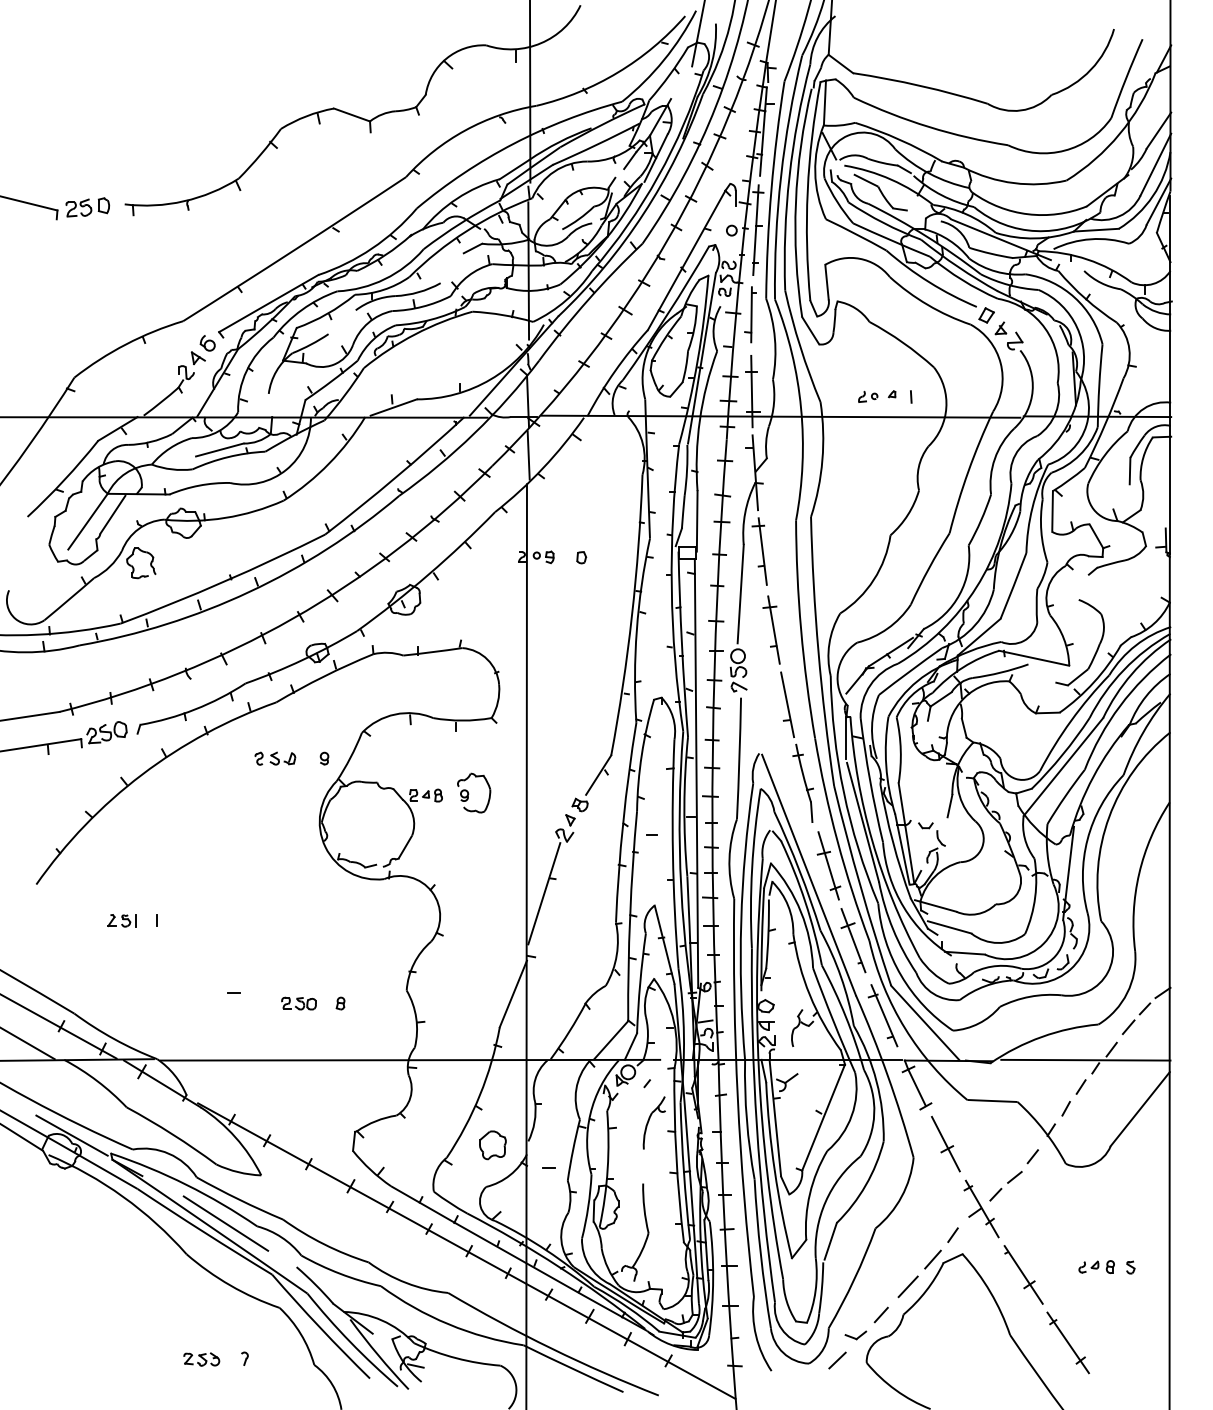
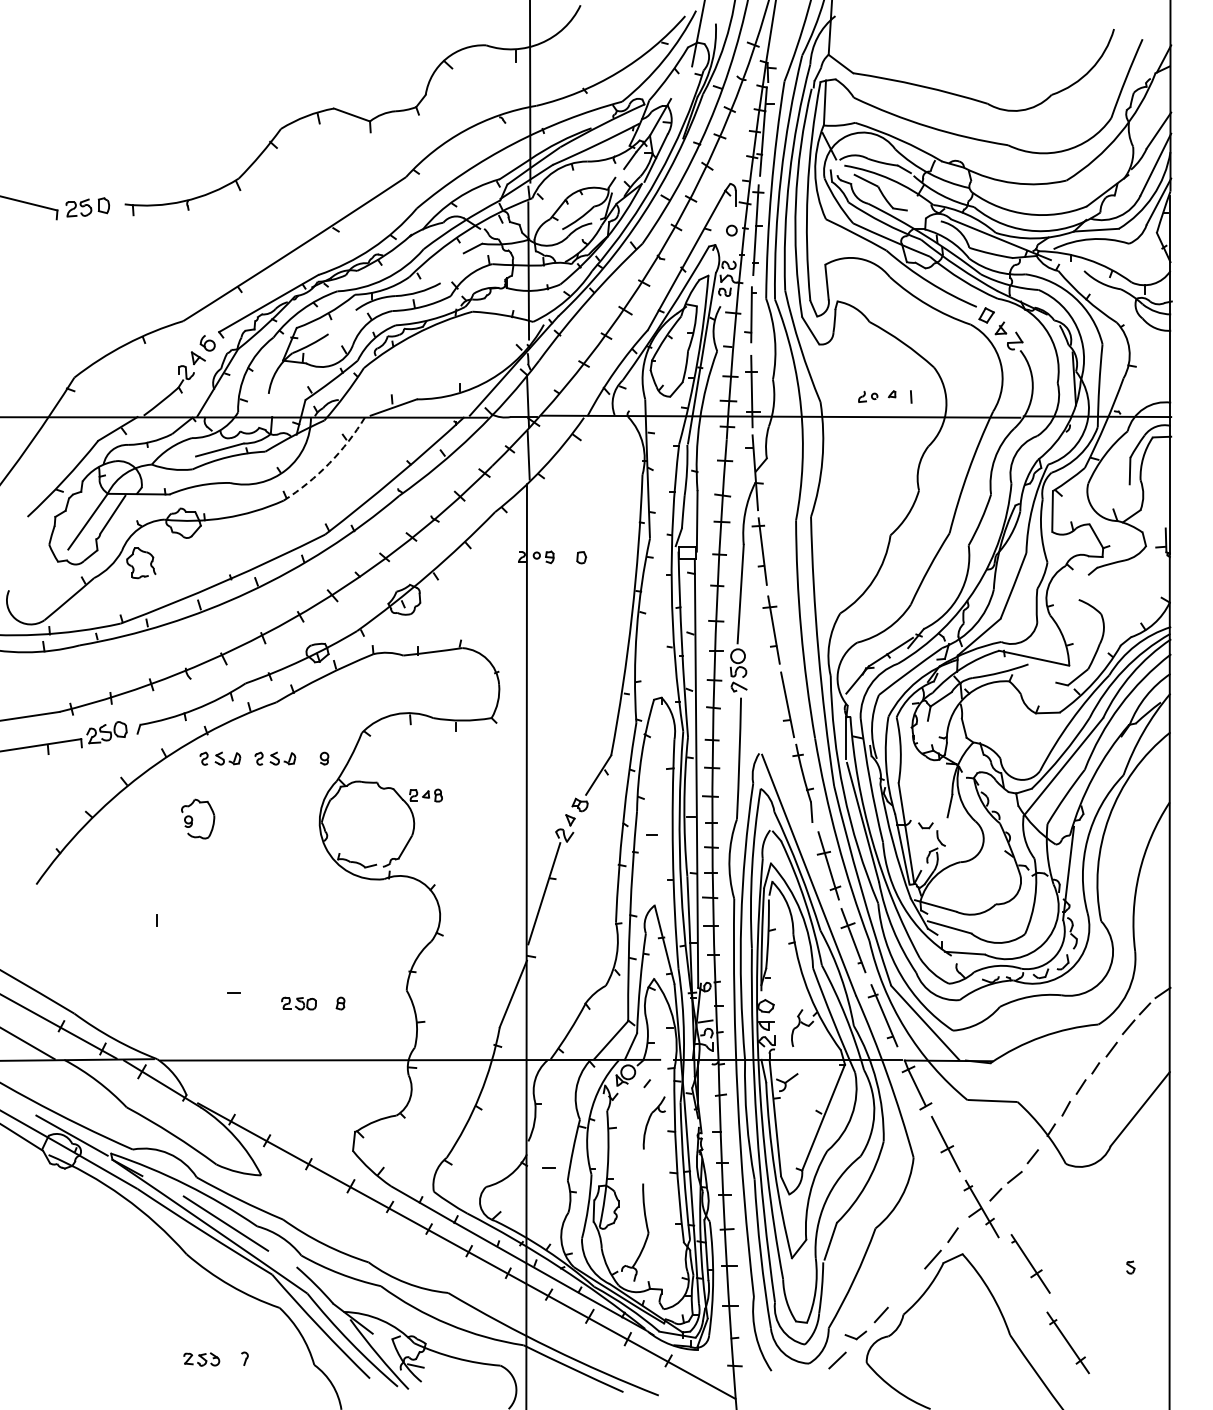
arc at (329, 463): solid -> dashed
part at (220, 758): none -> present
part at (474, 792) position: (474, 792) -> (198, 818)
part at (121, 920): present -> none
line at (1085, 1059): present -> none
part at (492, 1145): present -> none
part at (1096, 1266): present -> none
part at (1023, 1274) position: (1023, 1274) -> (1030, 1263)
line at (907, 1286): present -> none
